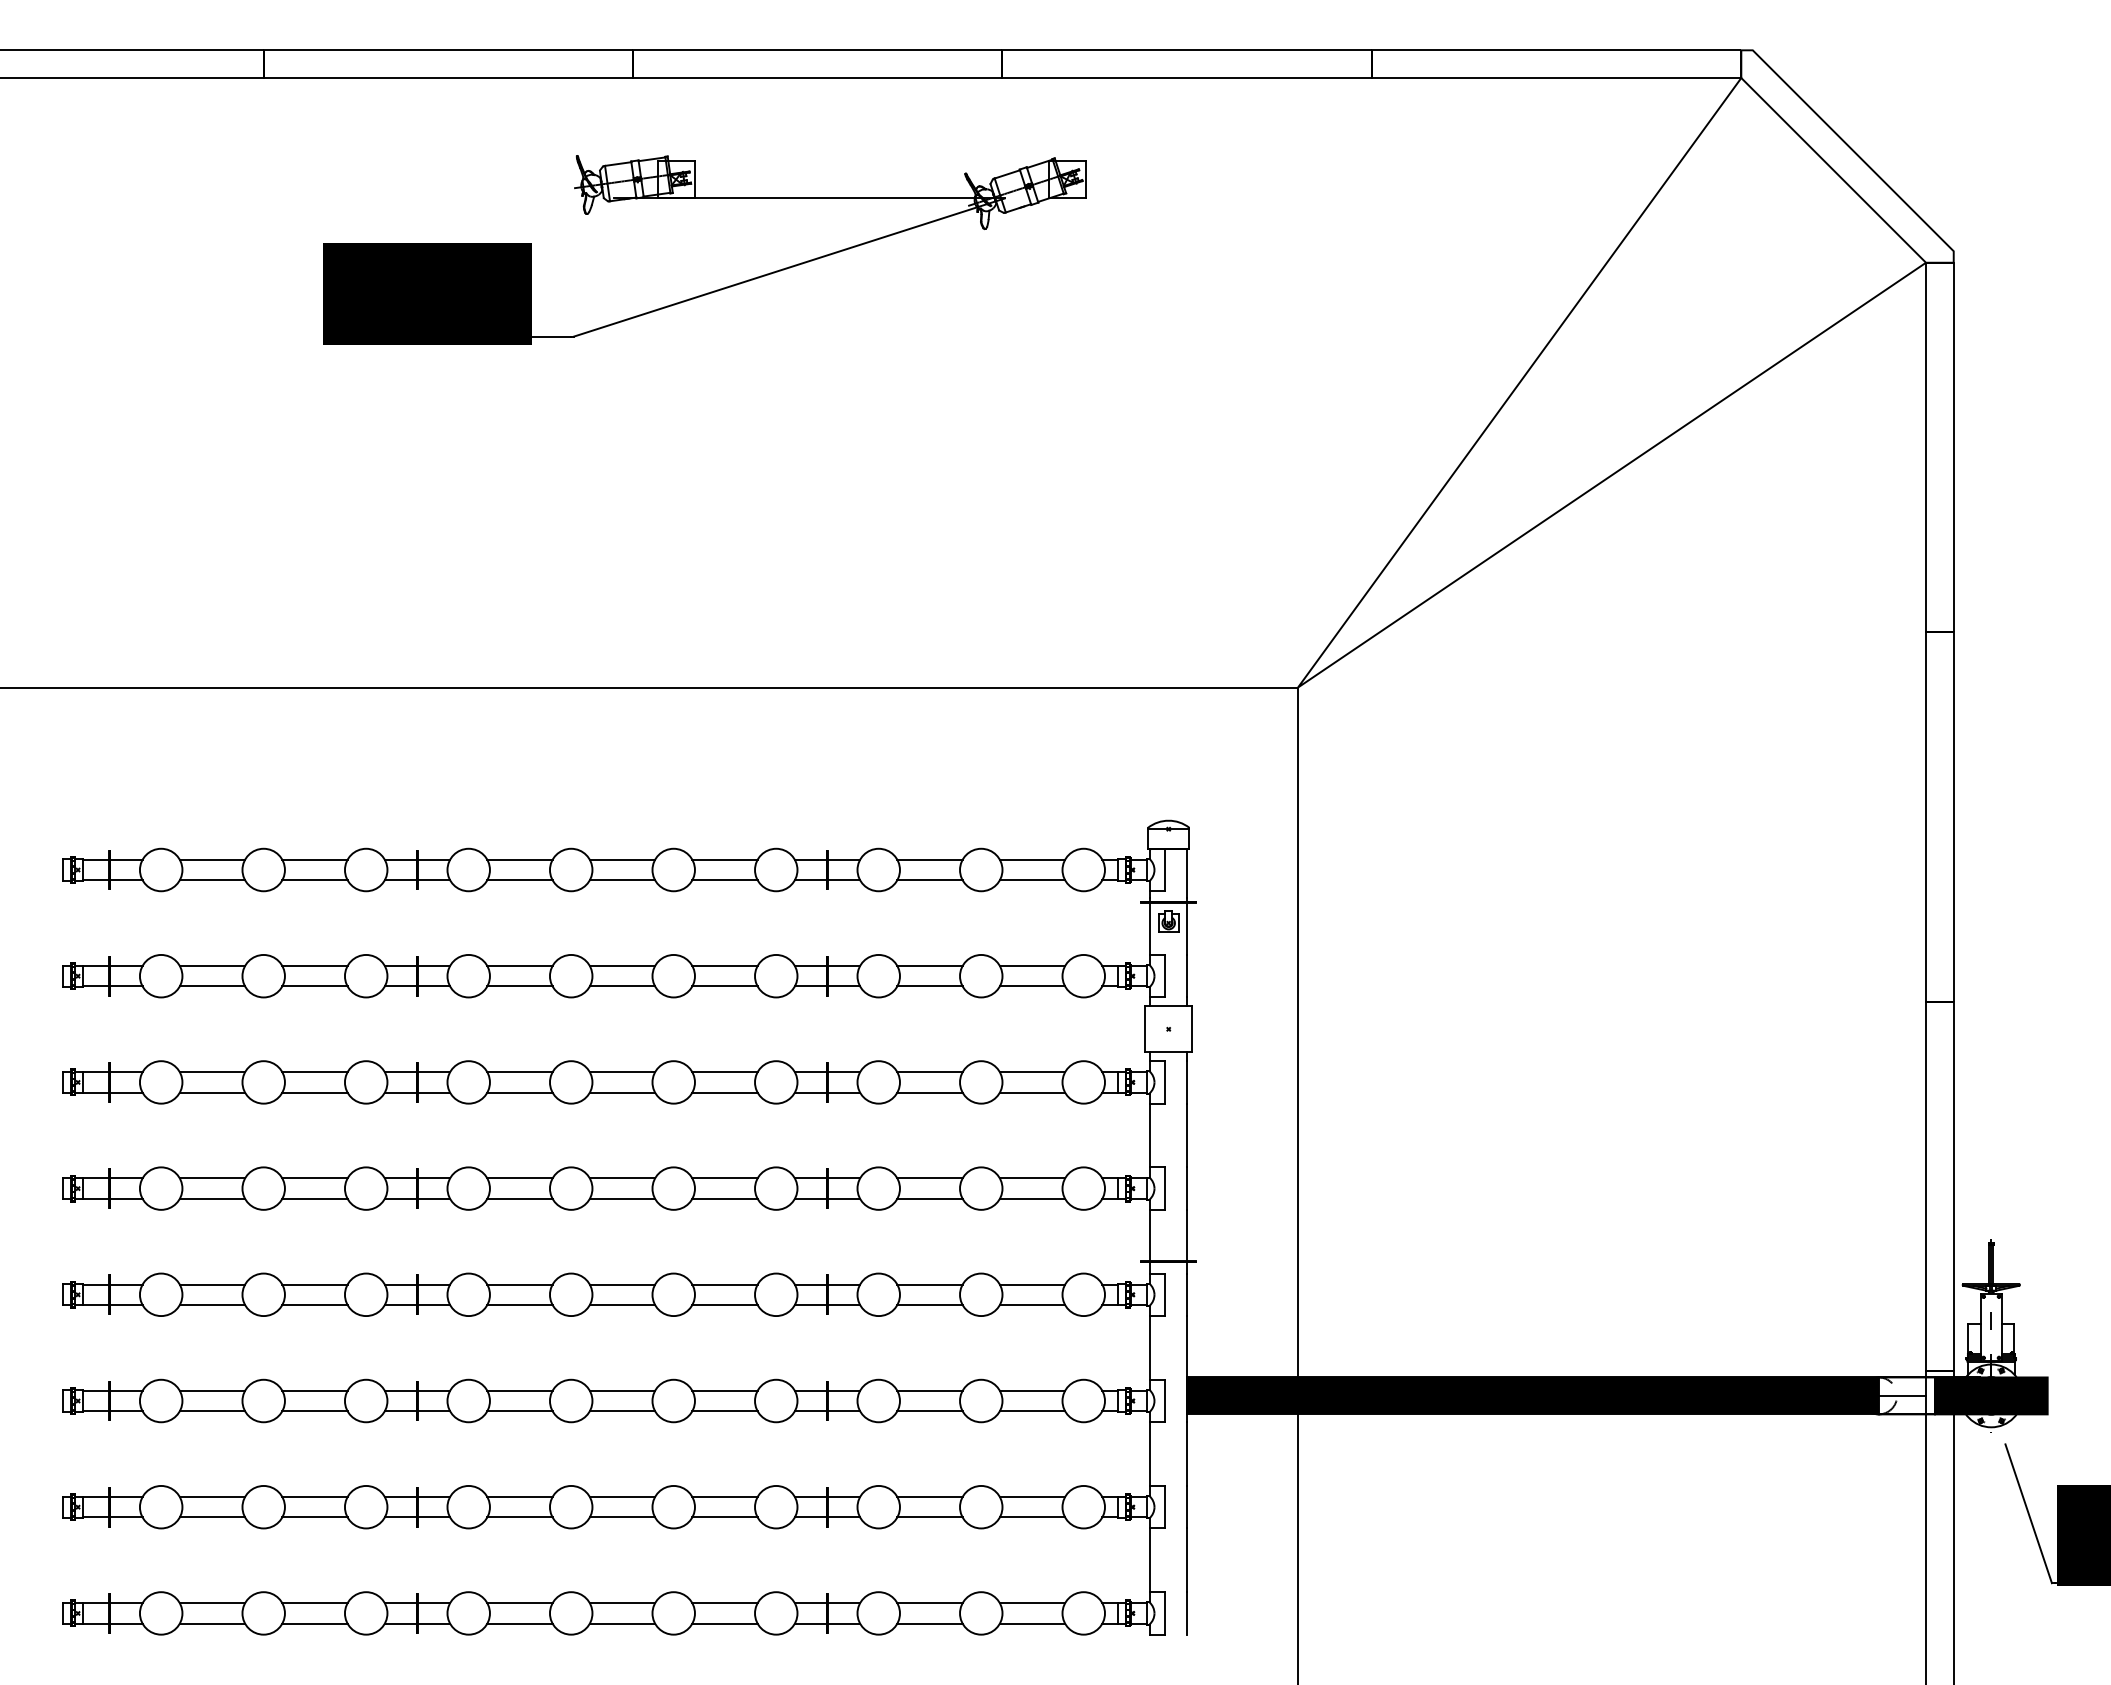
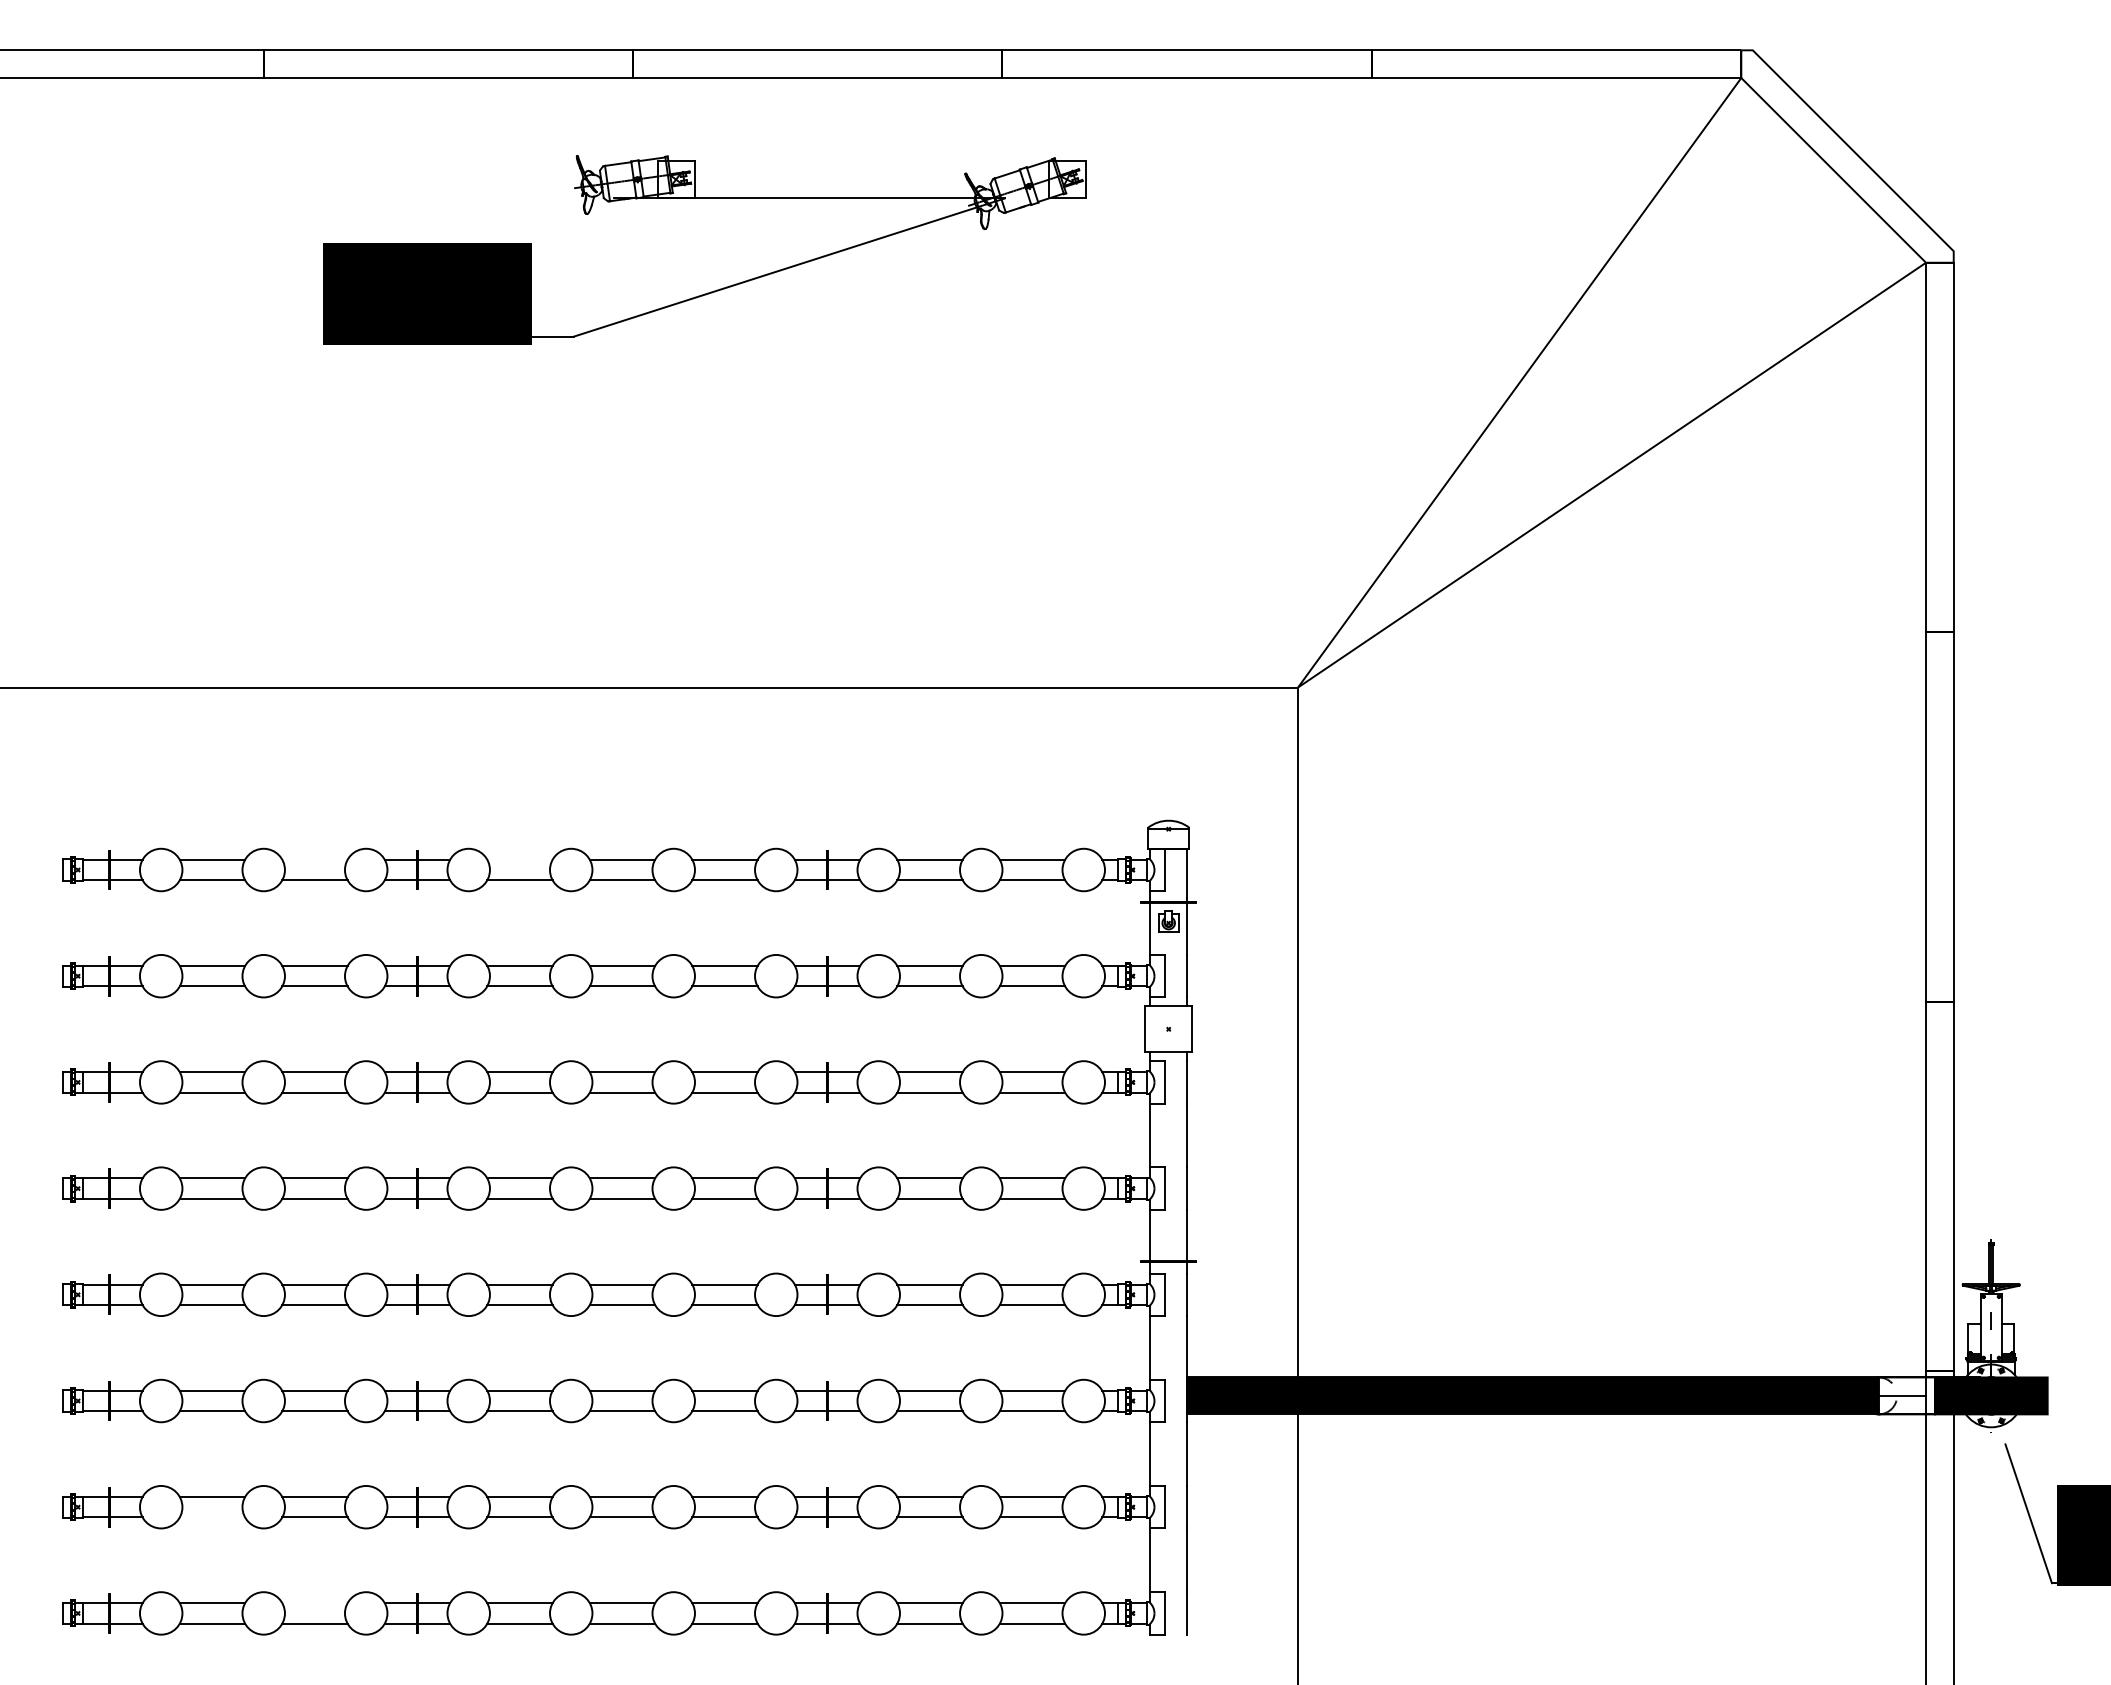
line at (314, 859): present -> none
line at (519, 859): present -> none
line at (212, 1517): present -> none
line at (314, 1603): present -> none
